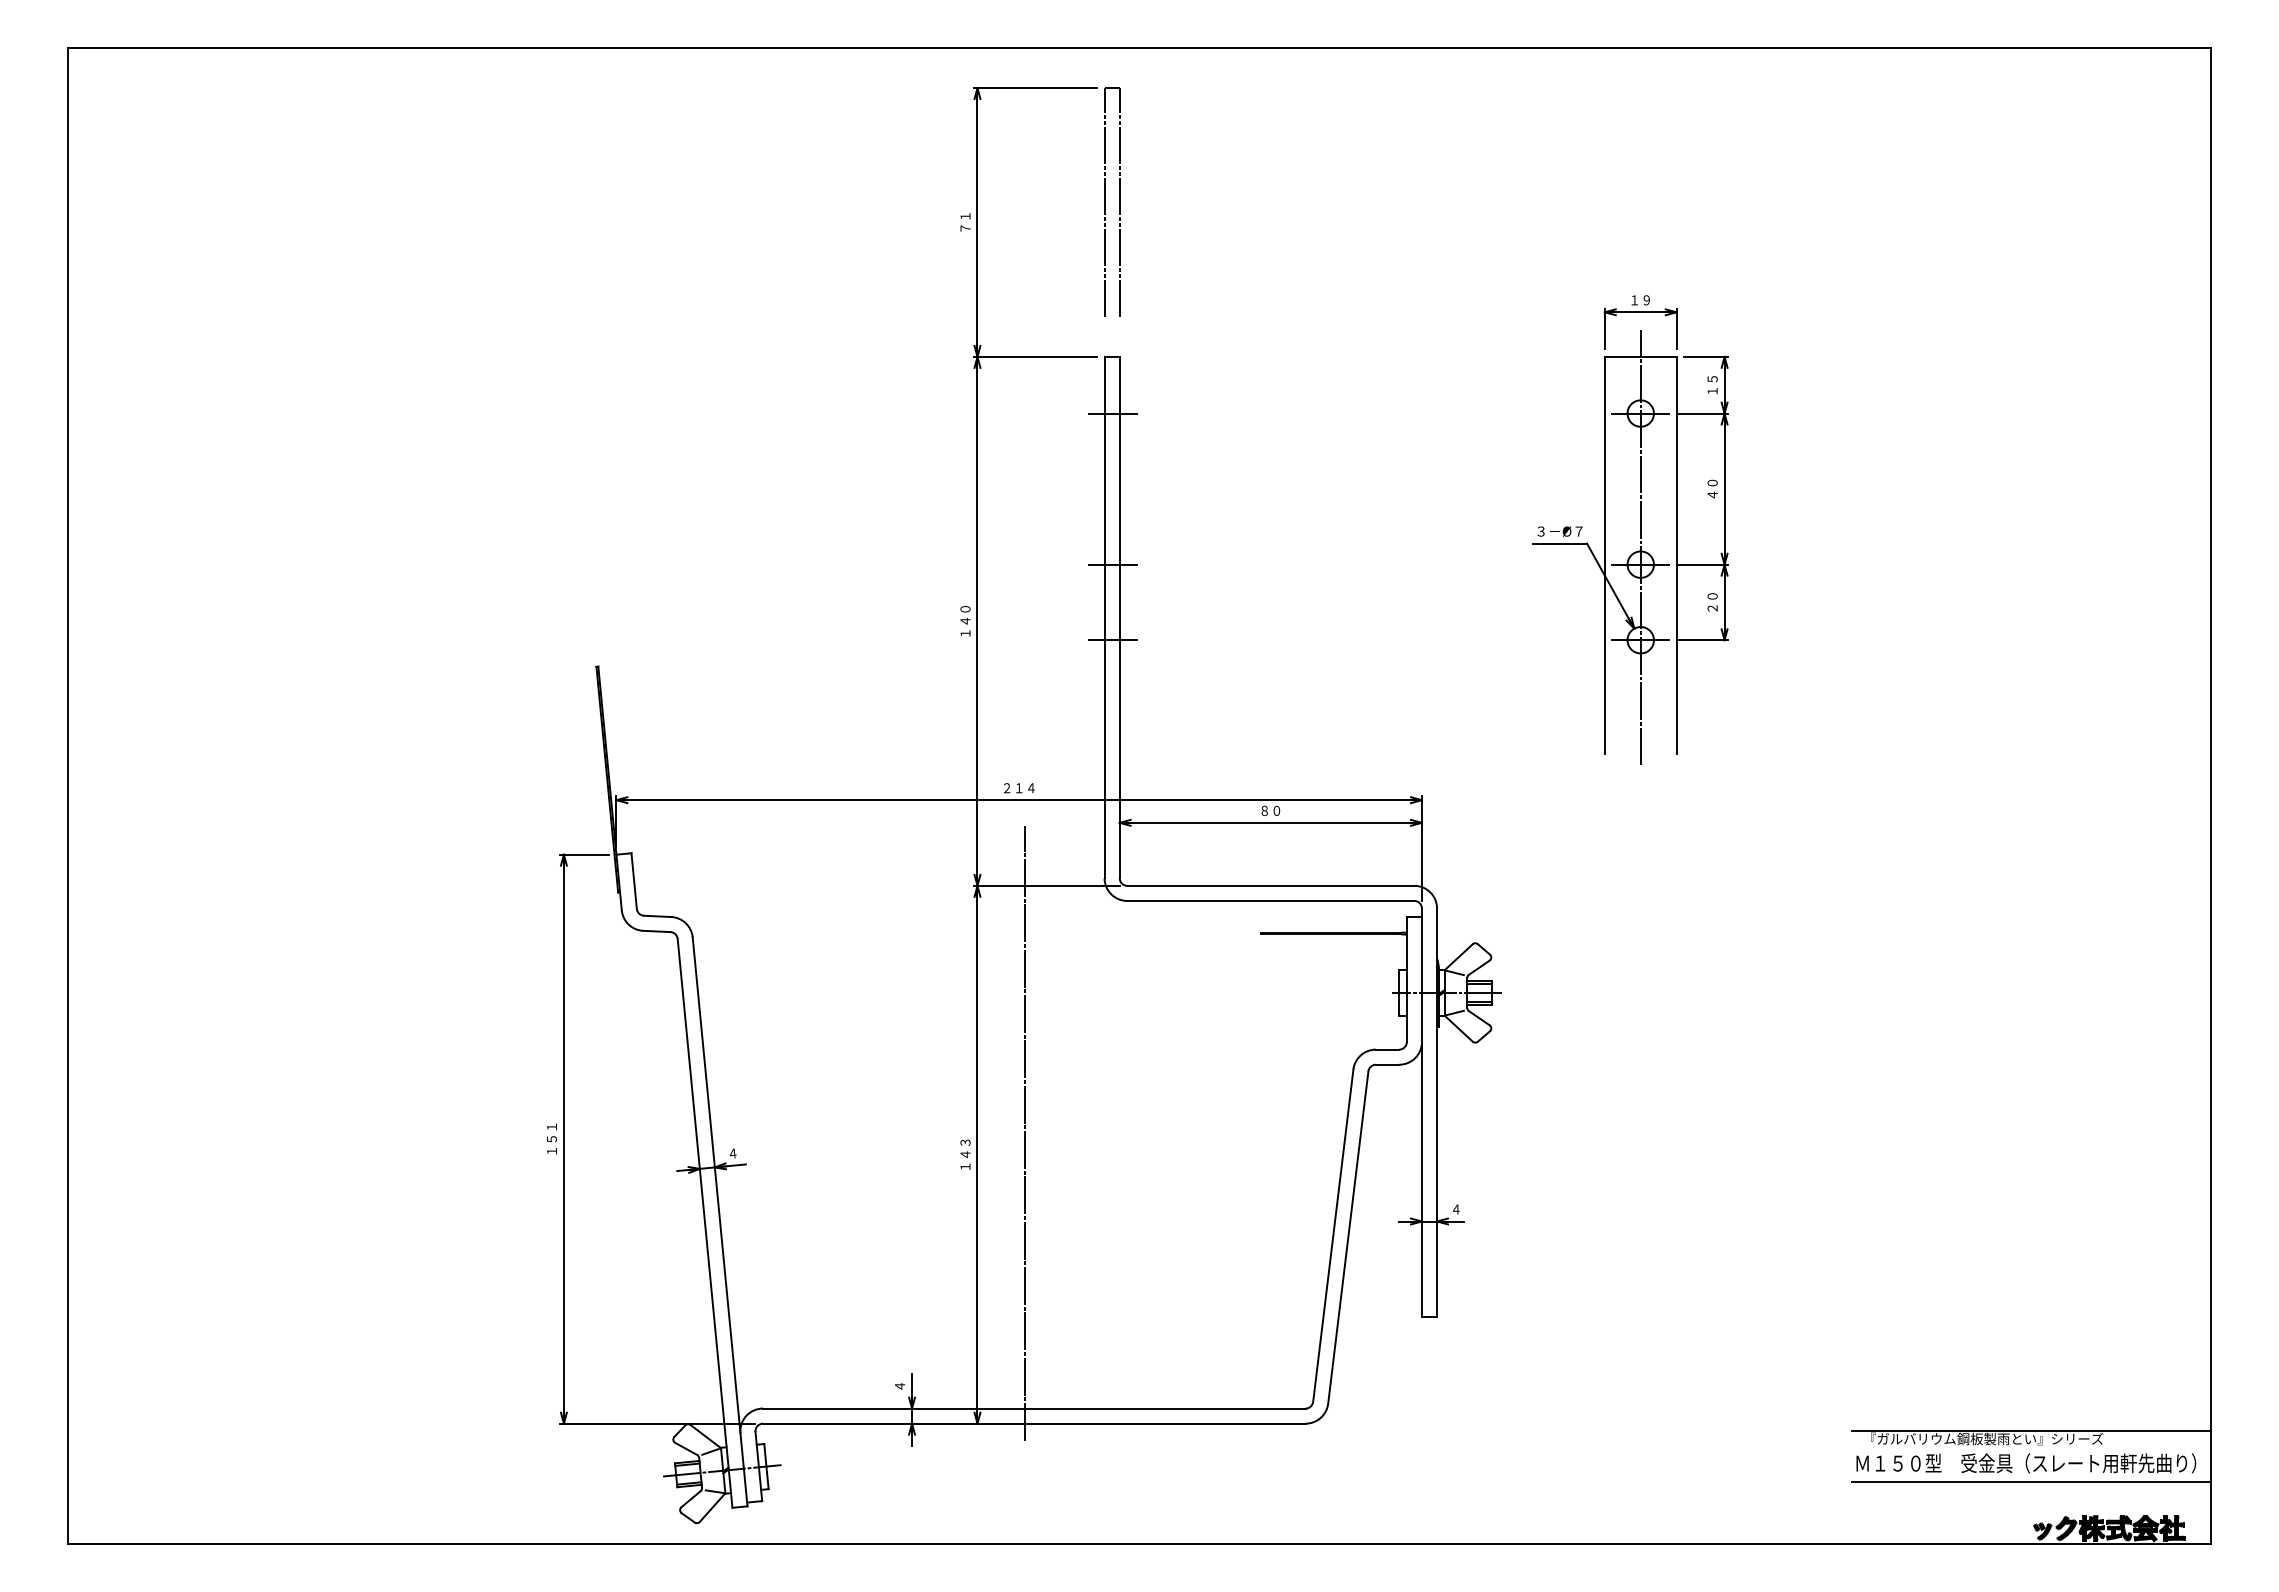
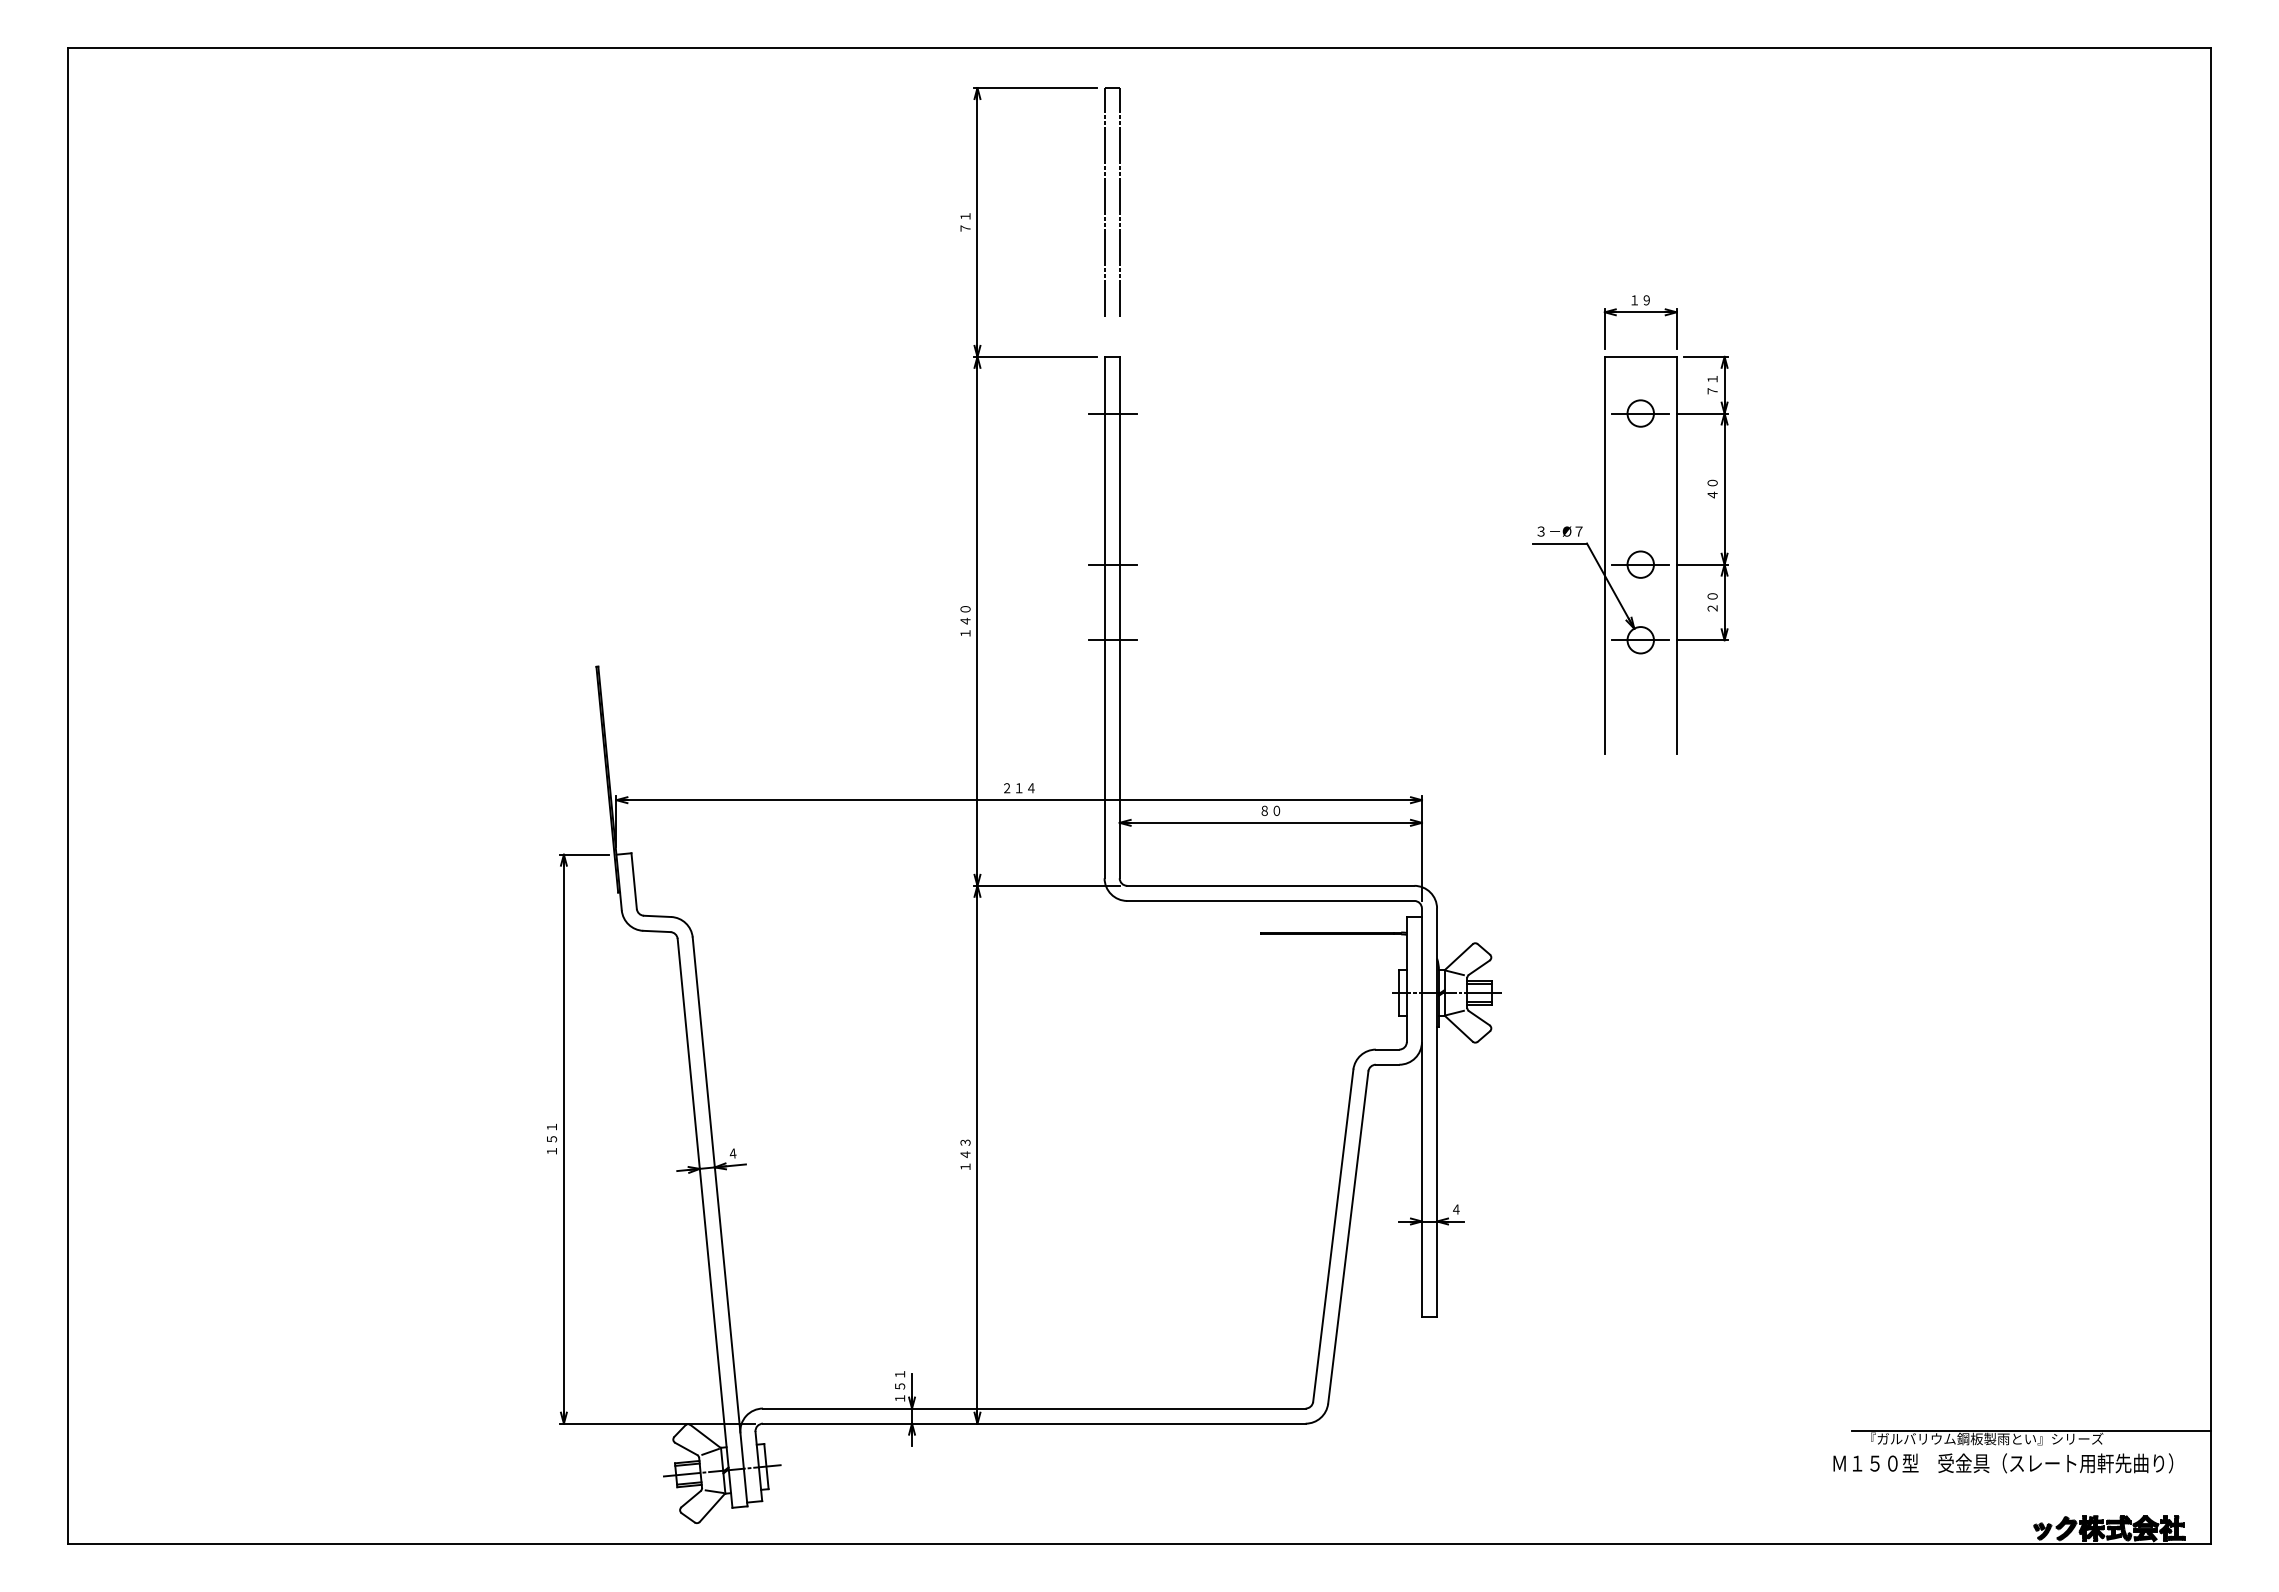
text at (1712, 385): １５ -> ７１
line at (1640, 547): present -> none
line at (1025, 1132): present -> none
text at (900, 1386): ４ -> １５１
text at (2026, 1463) position: (2026, 1463) -> (2003, 1463)
line at (2030, 1481): present -> none
